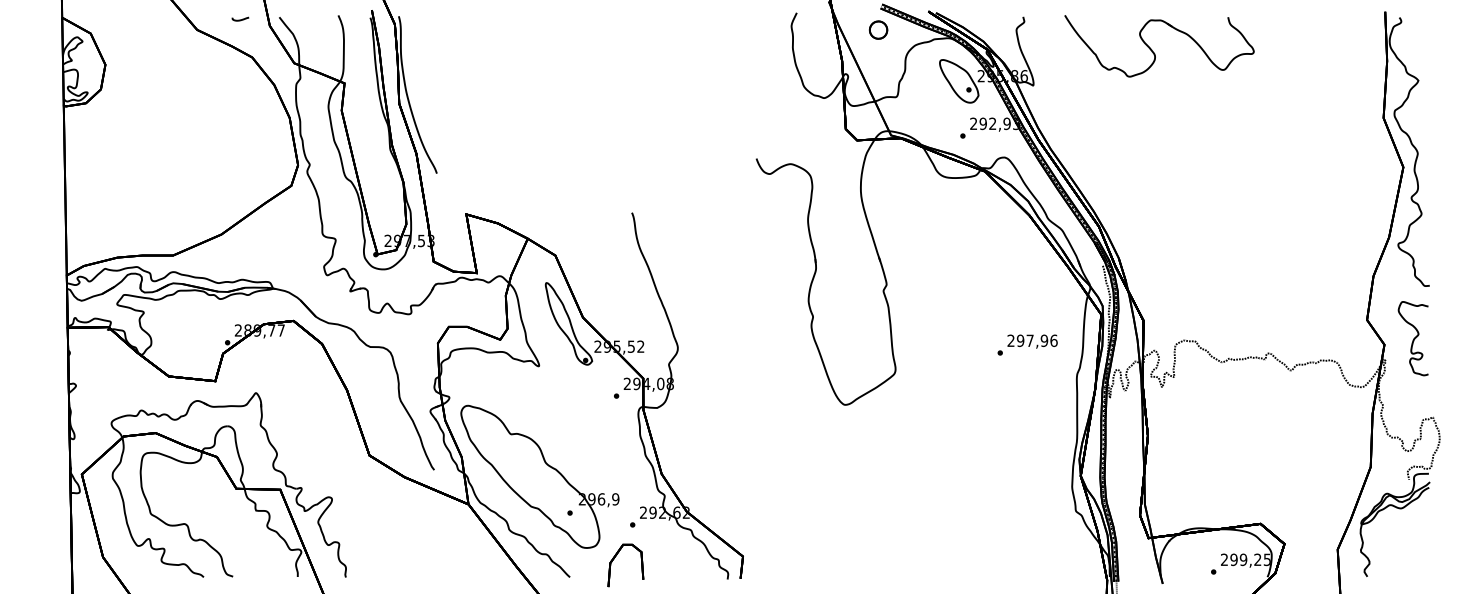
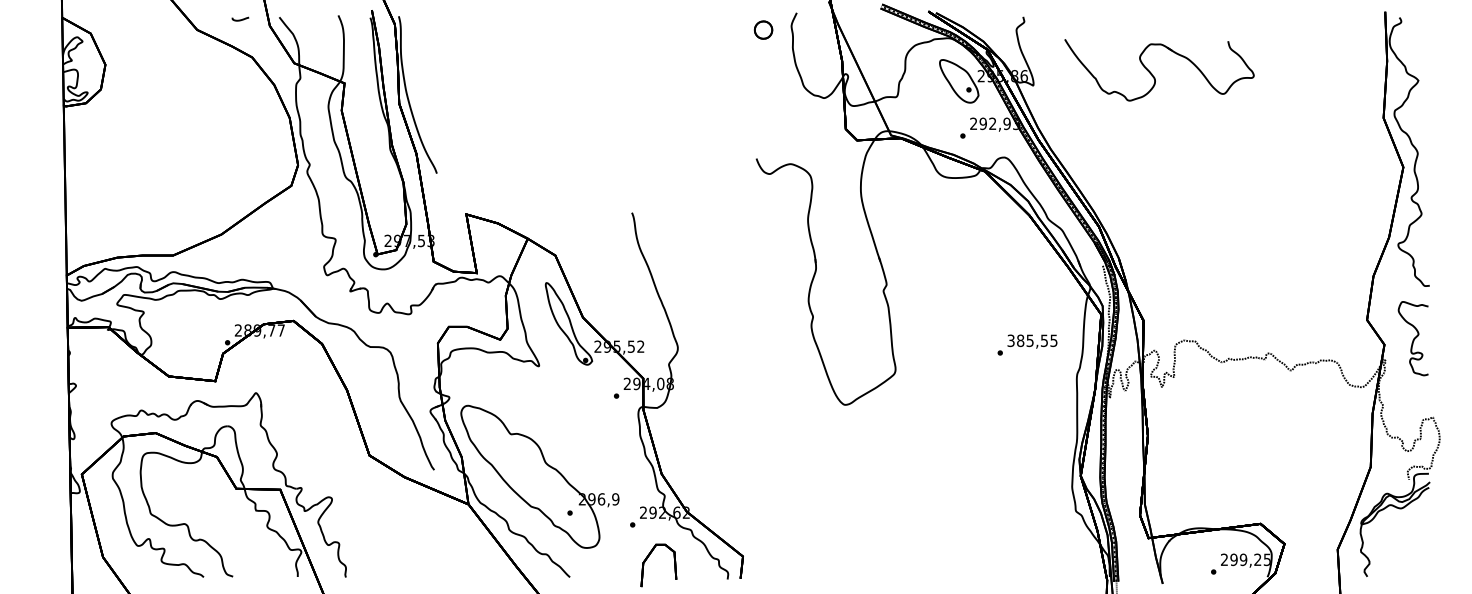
part at (878, 29) position: (878, 29) -> (763, 29)
part at (1152, 49) position: (1152, 49) -> (1152, 73)
text at (1032, 340): 297,96 -> 385,55
part at (614, 559) position: (614, 559) -> (647, 559)
